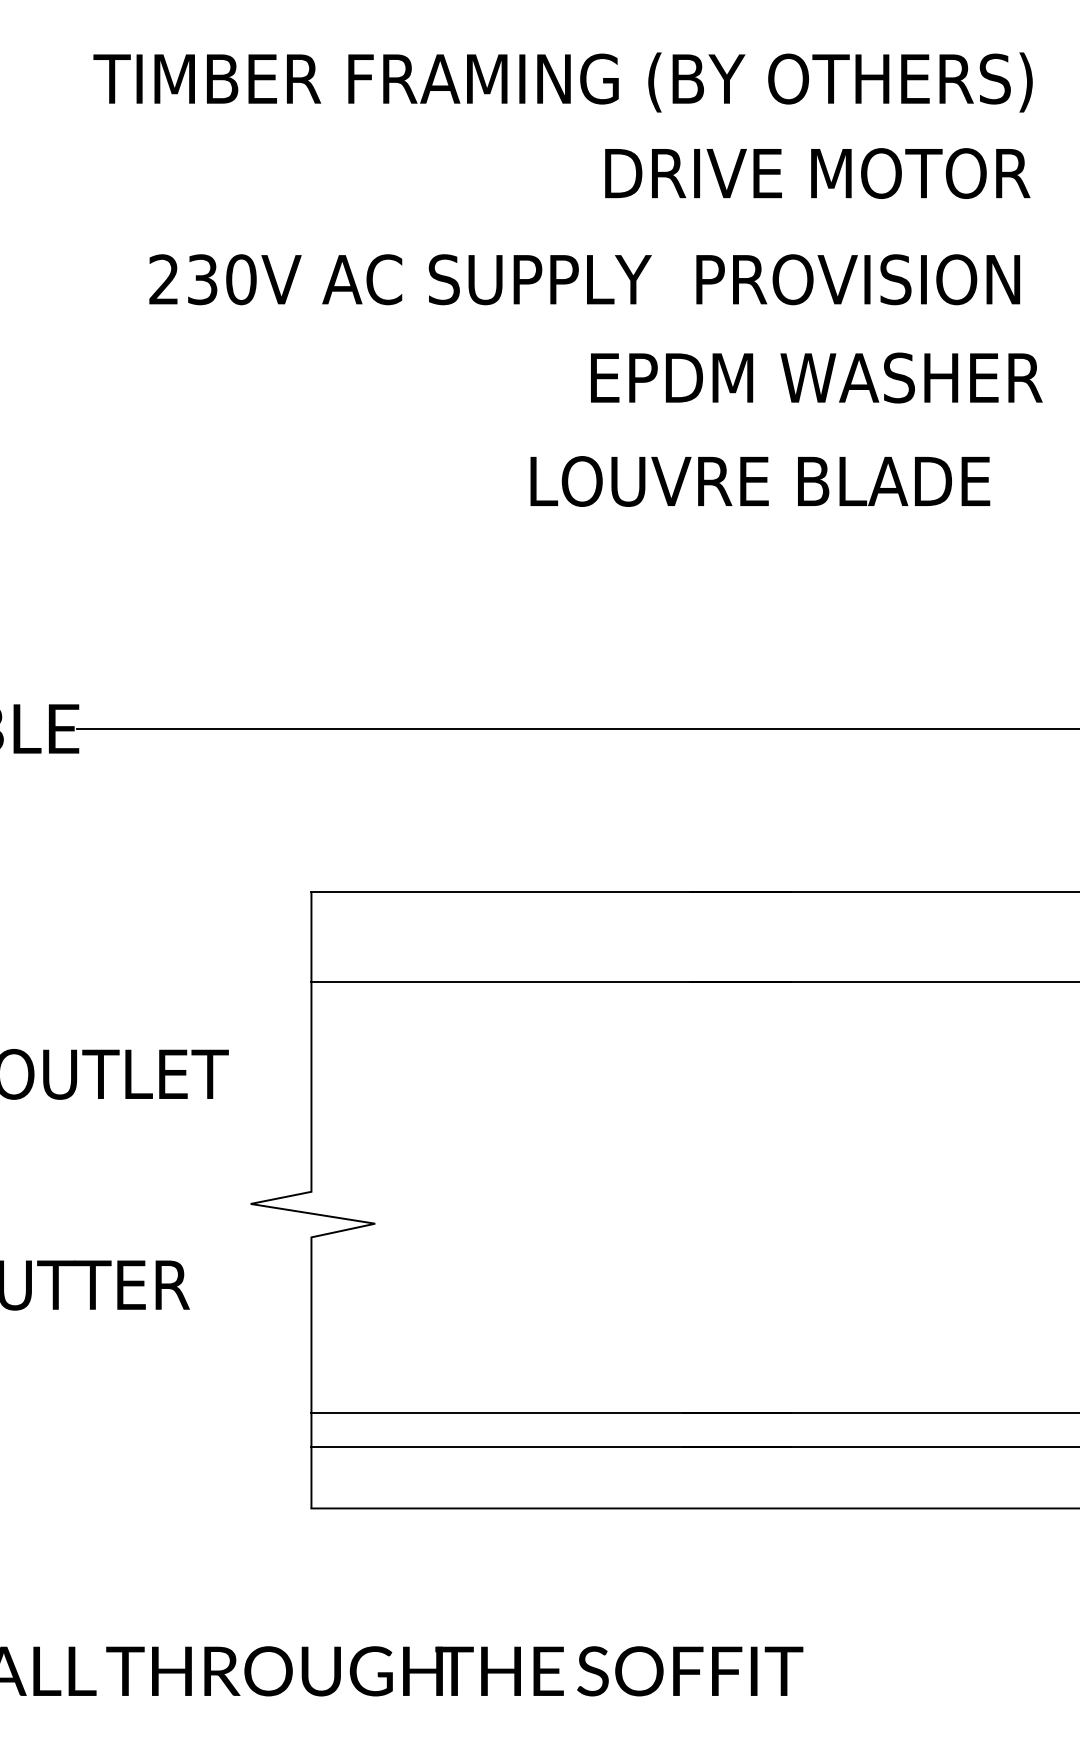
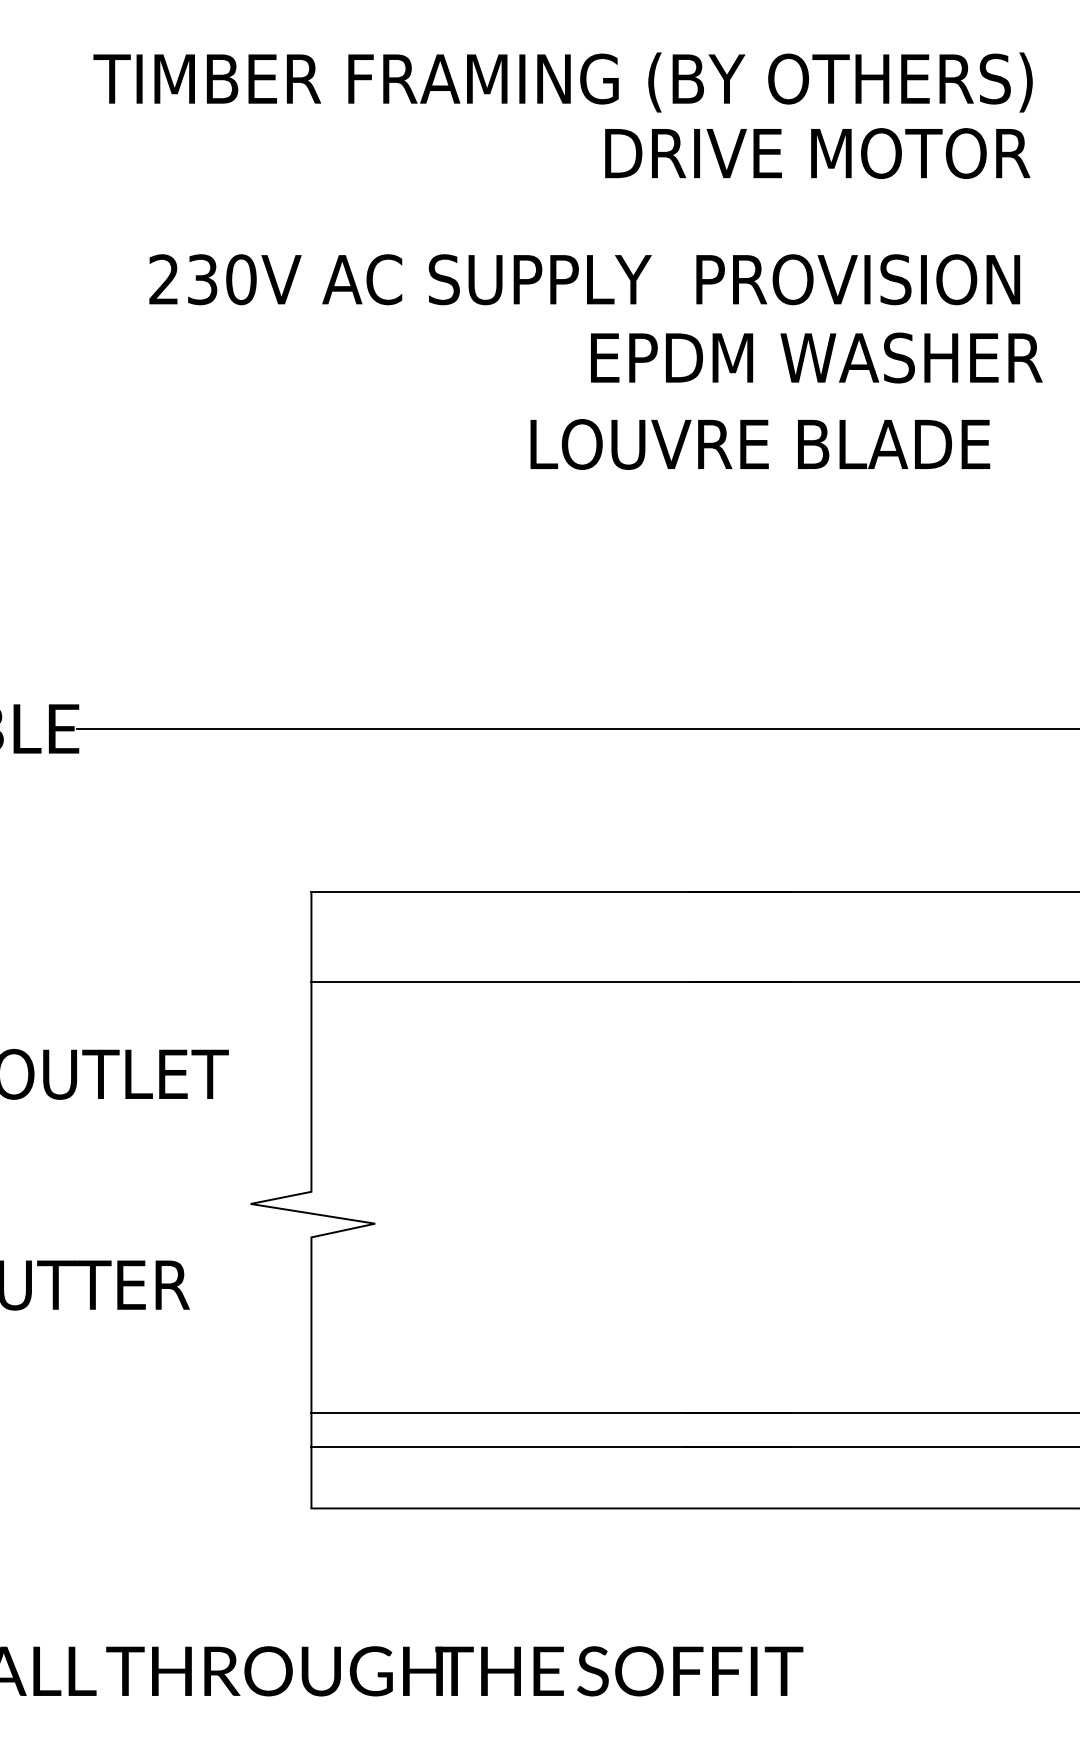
text at (817, 173) position: (817, 173) -> (817, 153)
text at (816, 377) position: (816, 377) -> (816, 357)
text at (760, 481) position: (760, 481) -> (760, 444)
